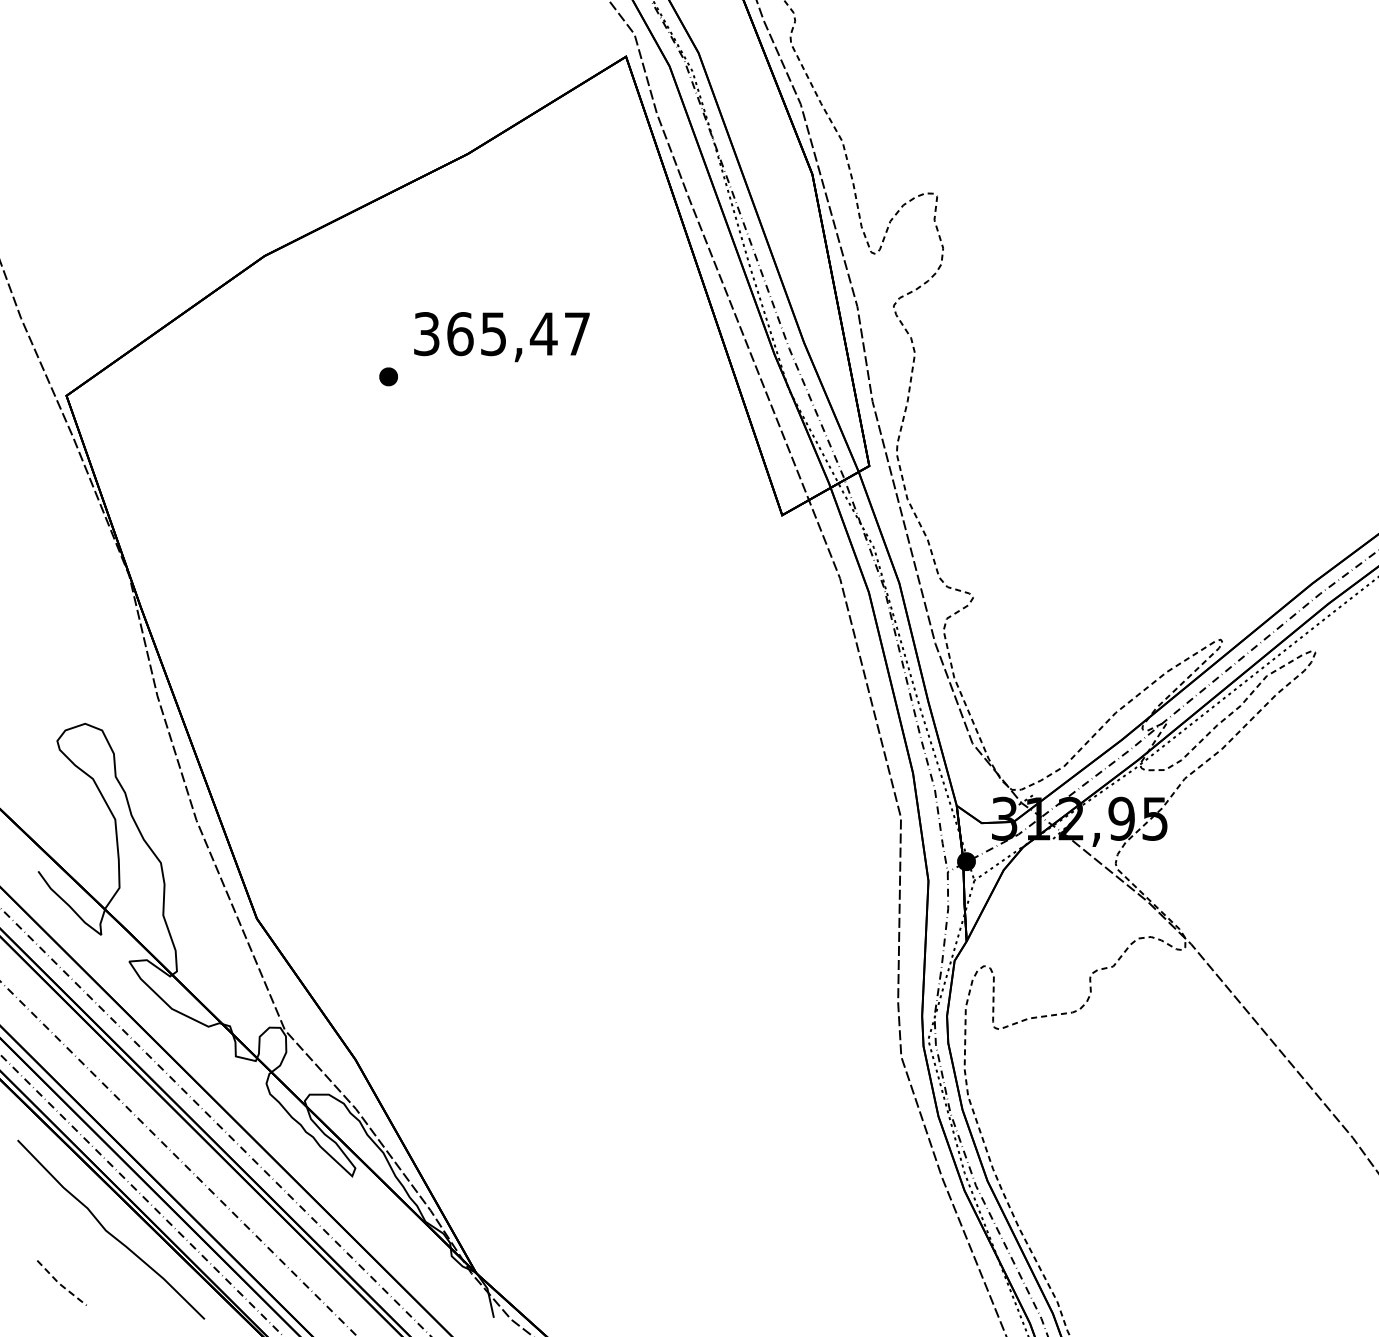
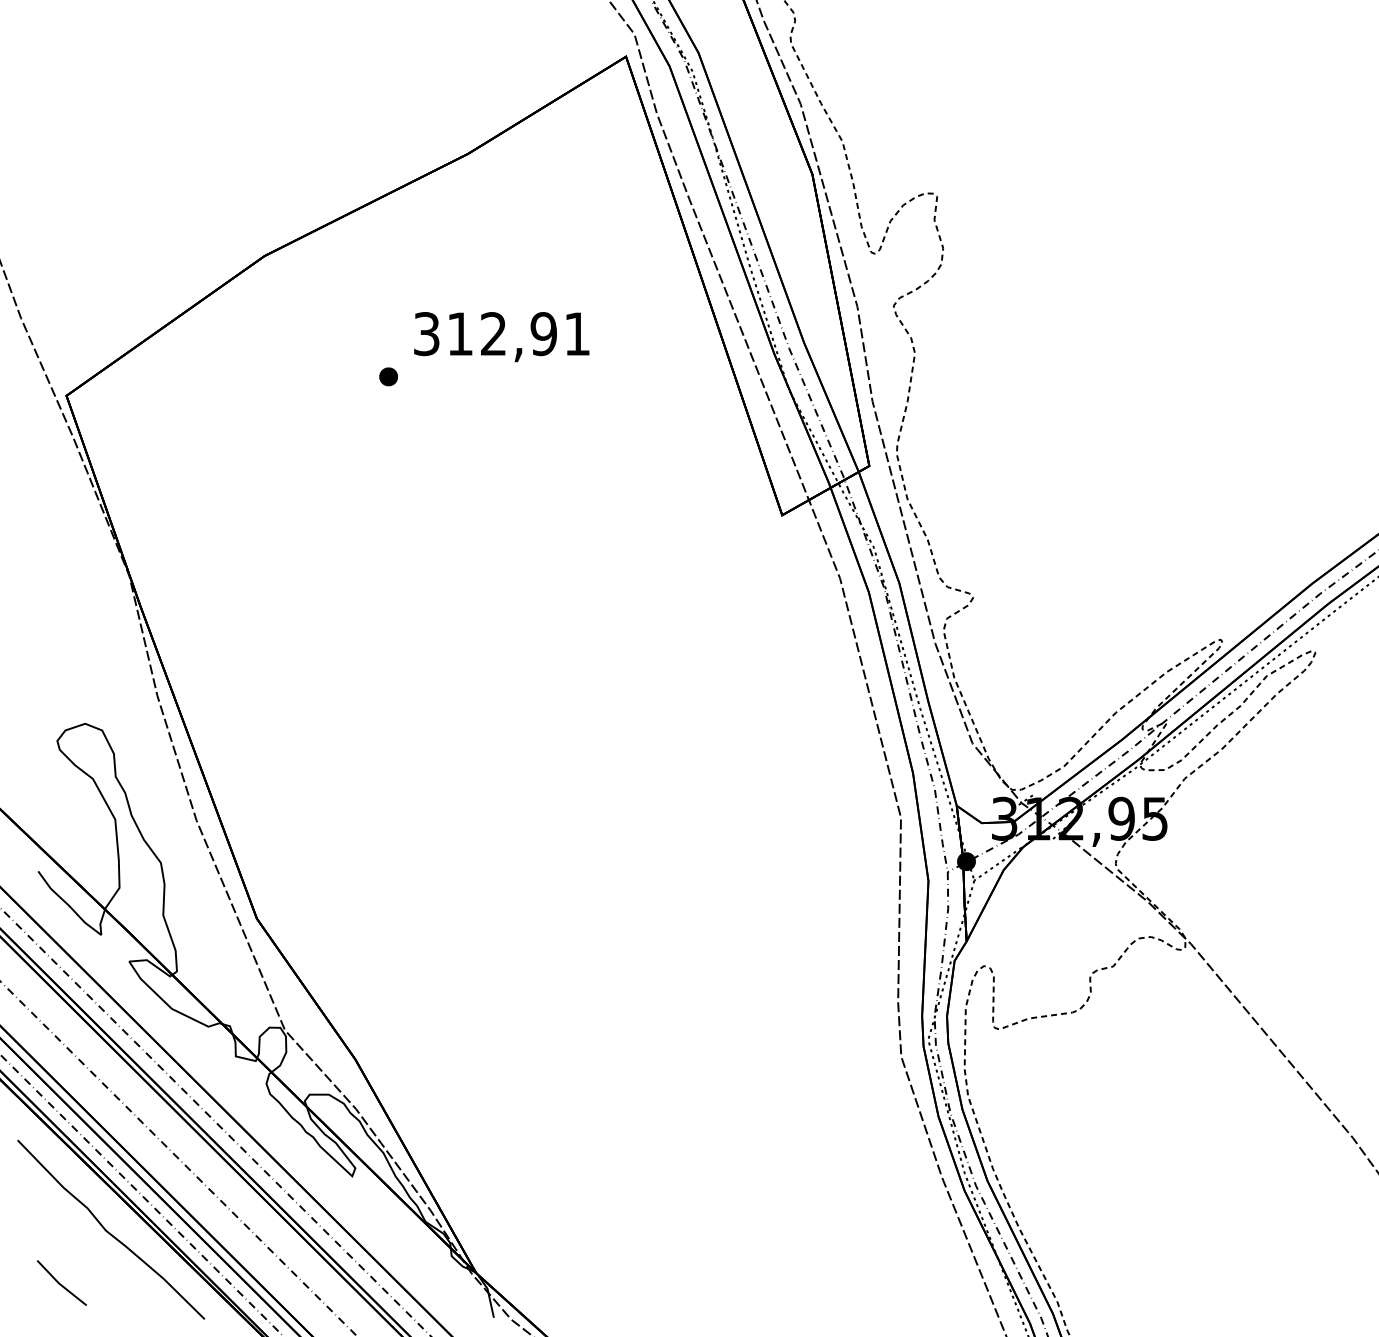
text at (518, 334): 365,47 -> 312,91
line at (60, 1284): dashed -> solid
